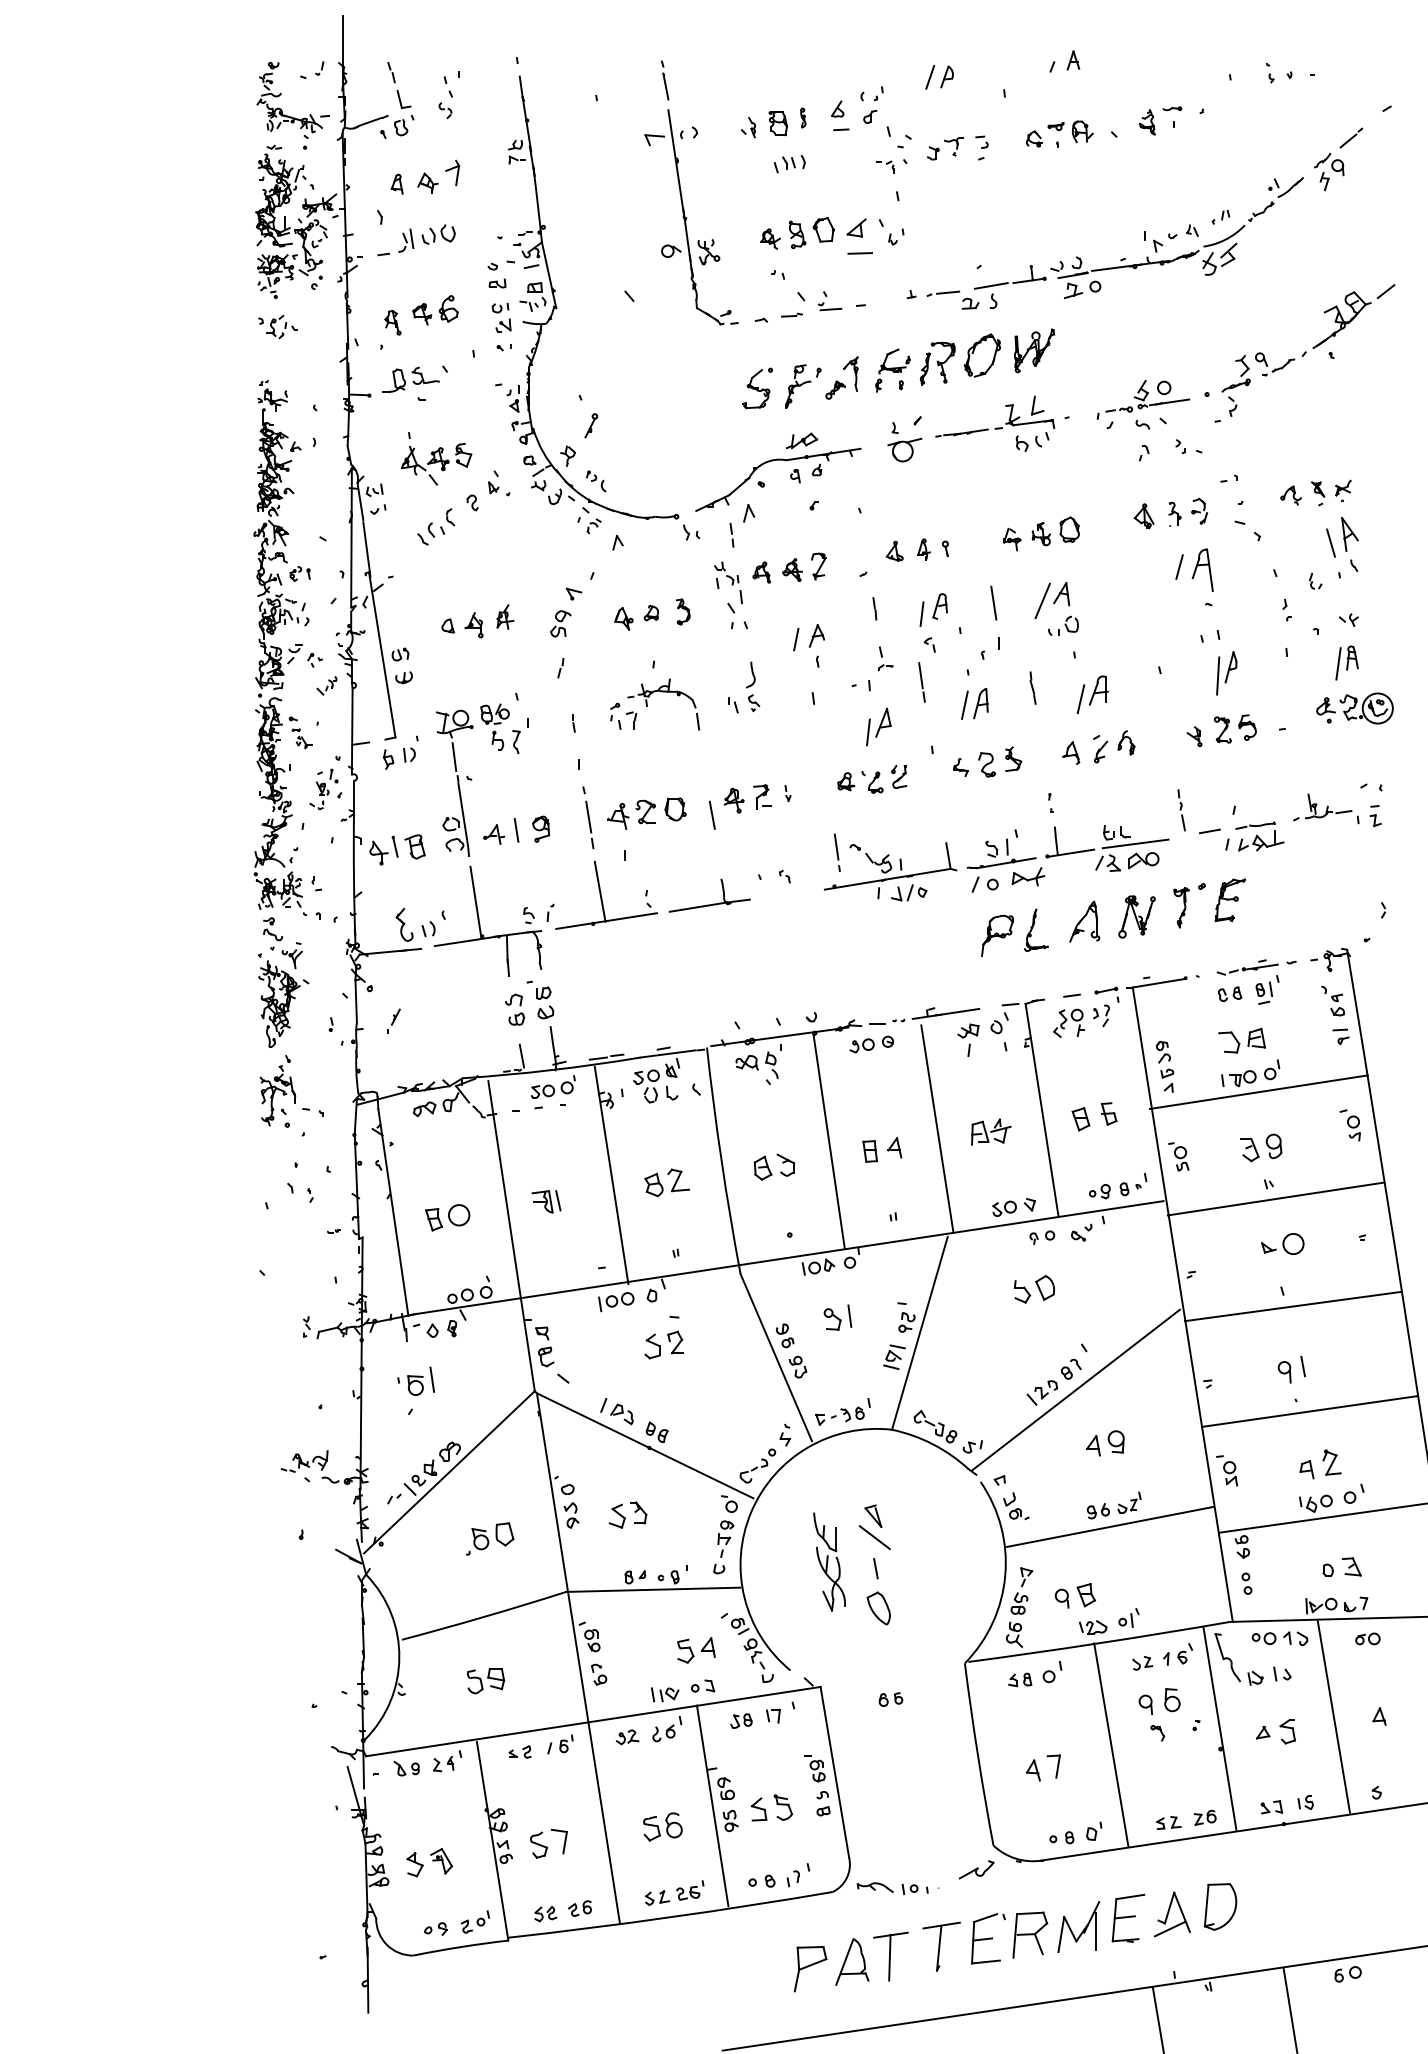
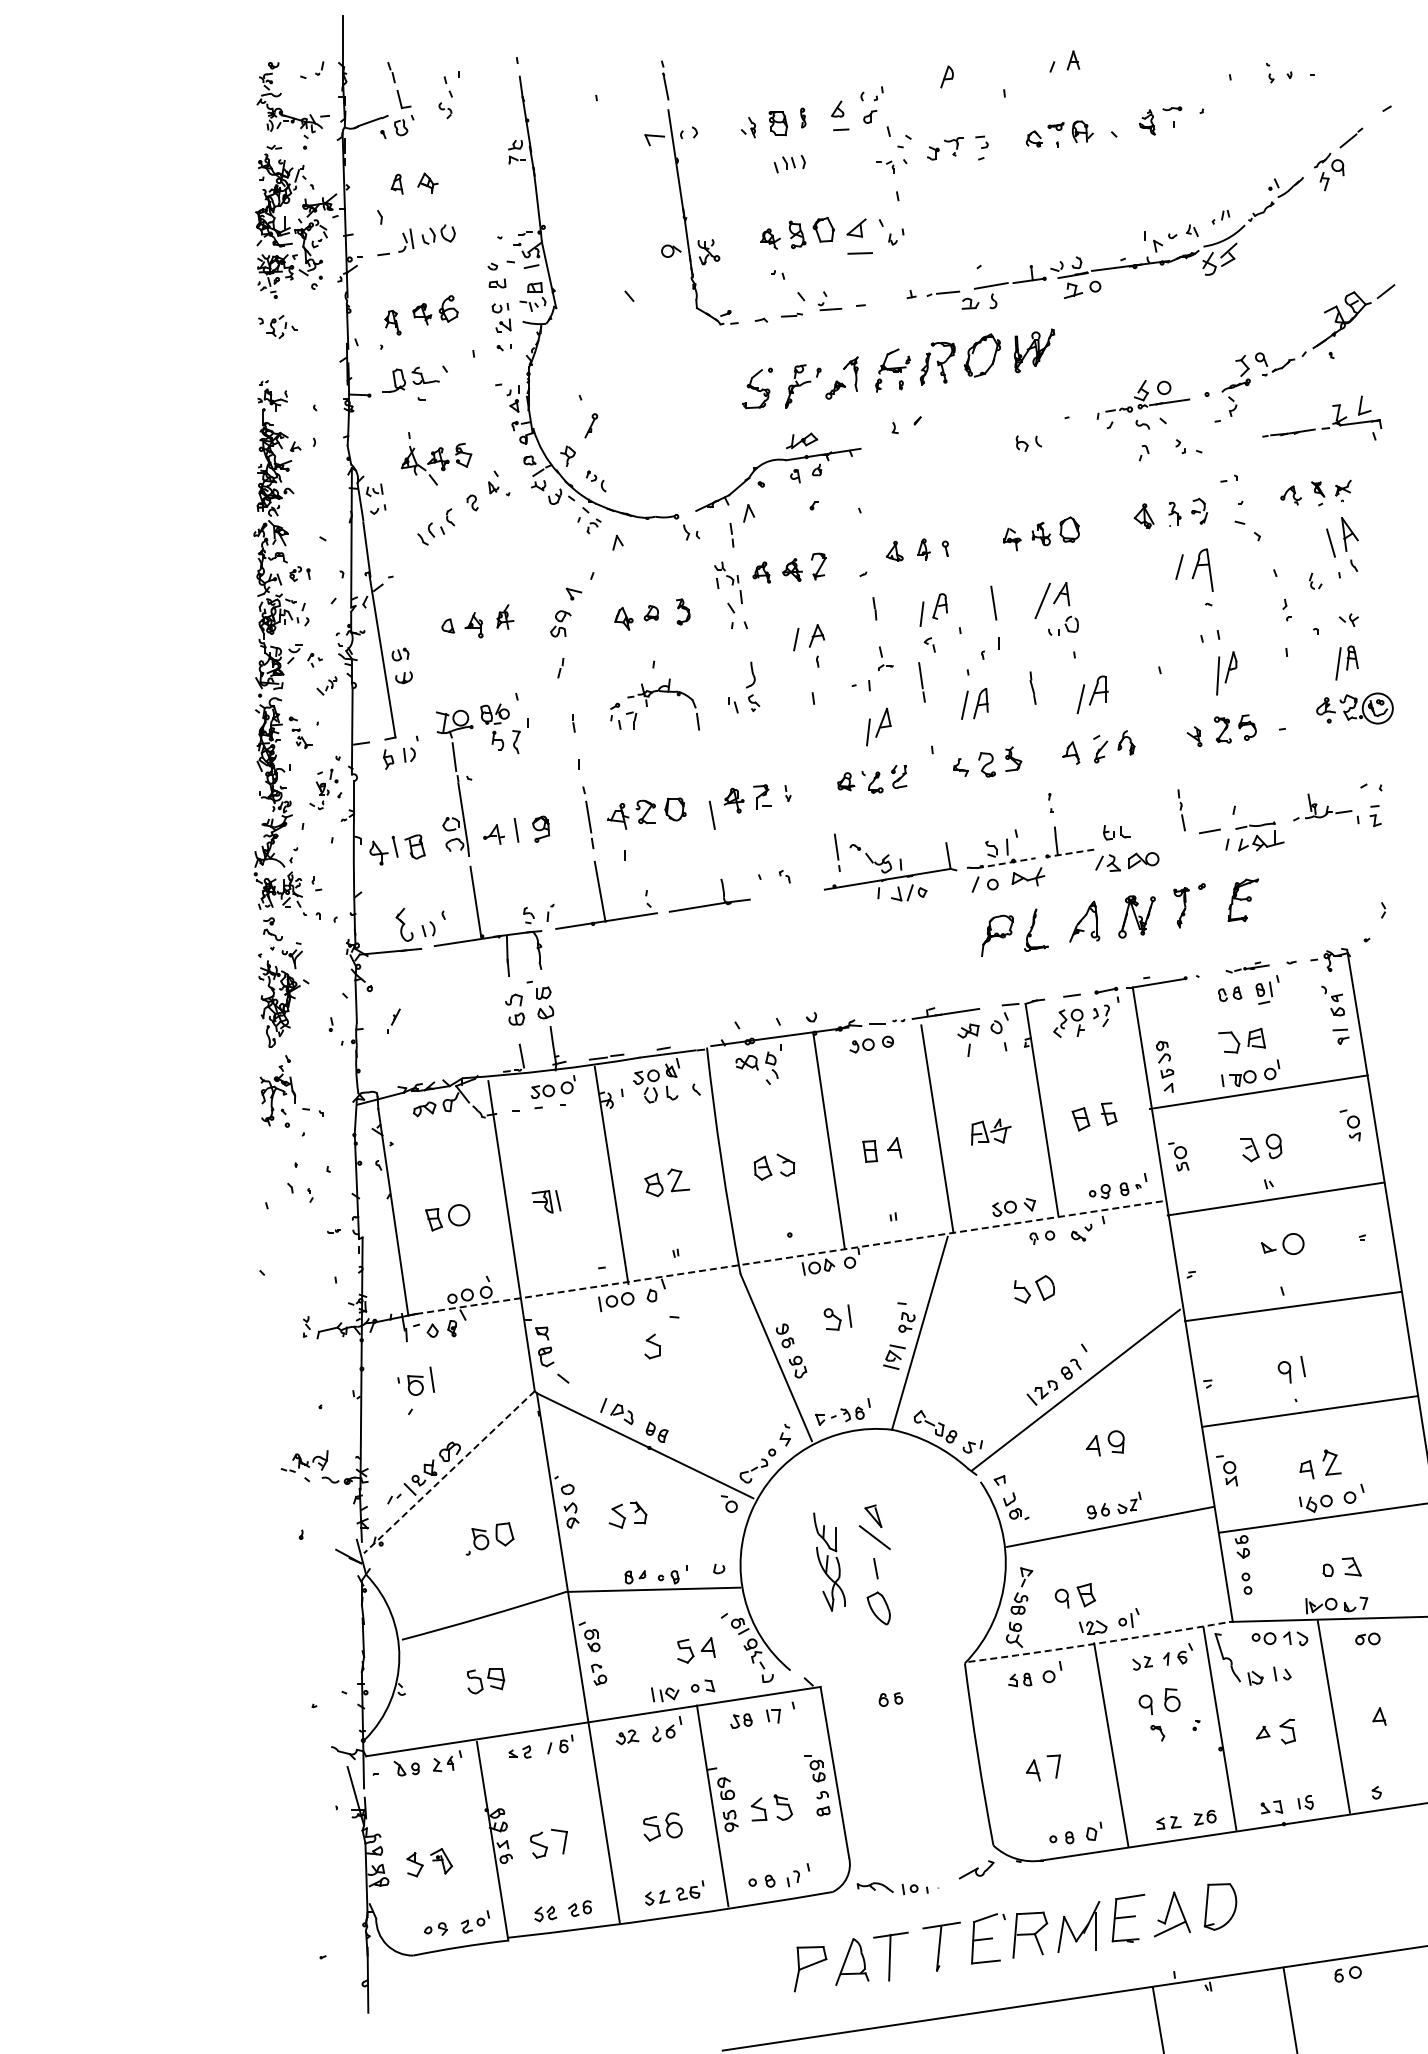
line at (930, 76): present -> none
part at (452, 172): present -> none
part at (995, 427) position: (995, 427) -> (1322, 427)
part at (904, 449): present -> none
line at (1135, 843): present -> none
line at (1070, 853): solid -> dashed
line at (1006, 863): solid -> dashed
part at (1230, 900) position: (1230, 900) -> (1243, 900)
part at (1247, 967) size: 63x17 px -> 45x13 px
line at (789, 1257): solid -> dashed
part at (675, 1342): present -> none
line at (449, 1472): solid -> dashed
part at (725, 1538): present -> none
arc at (1099, 1643): solid -> dashed
